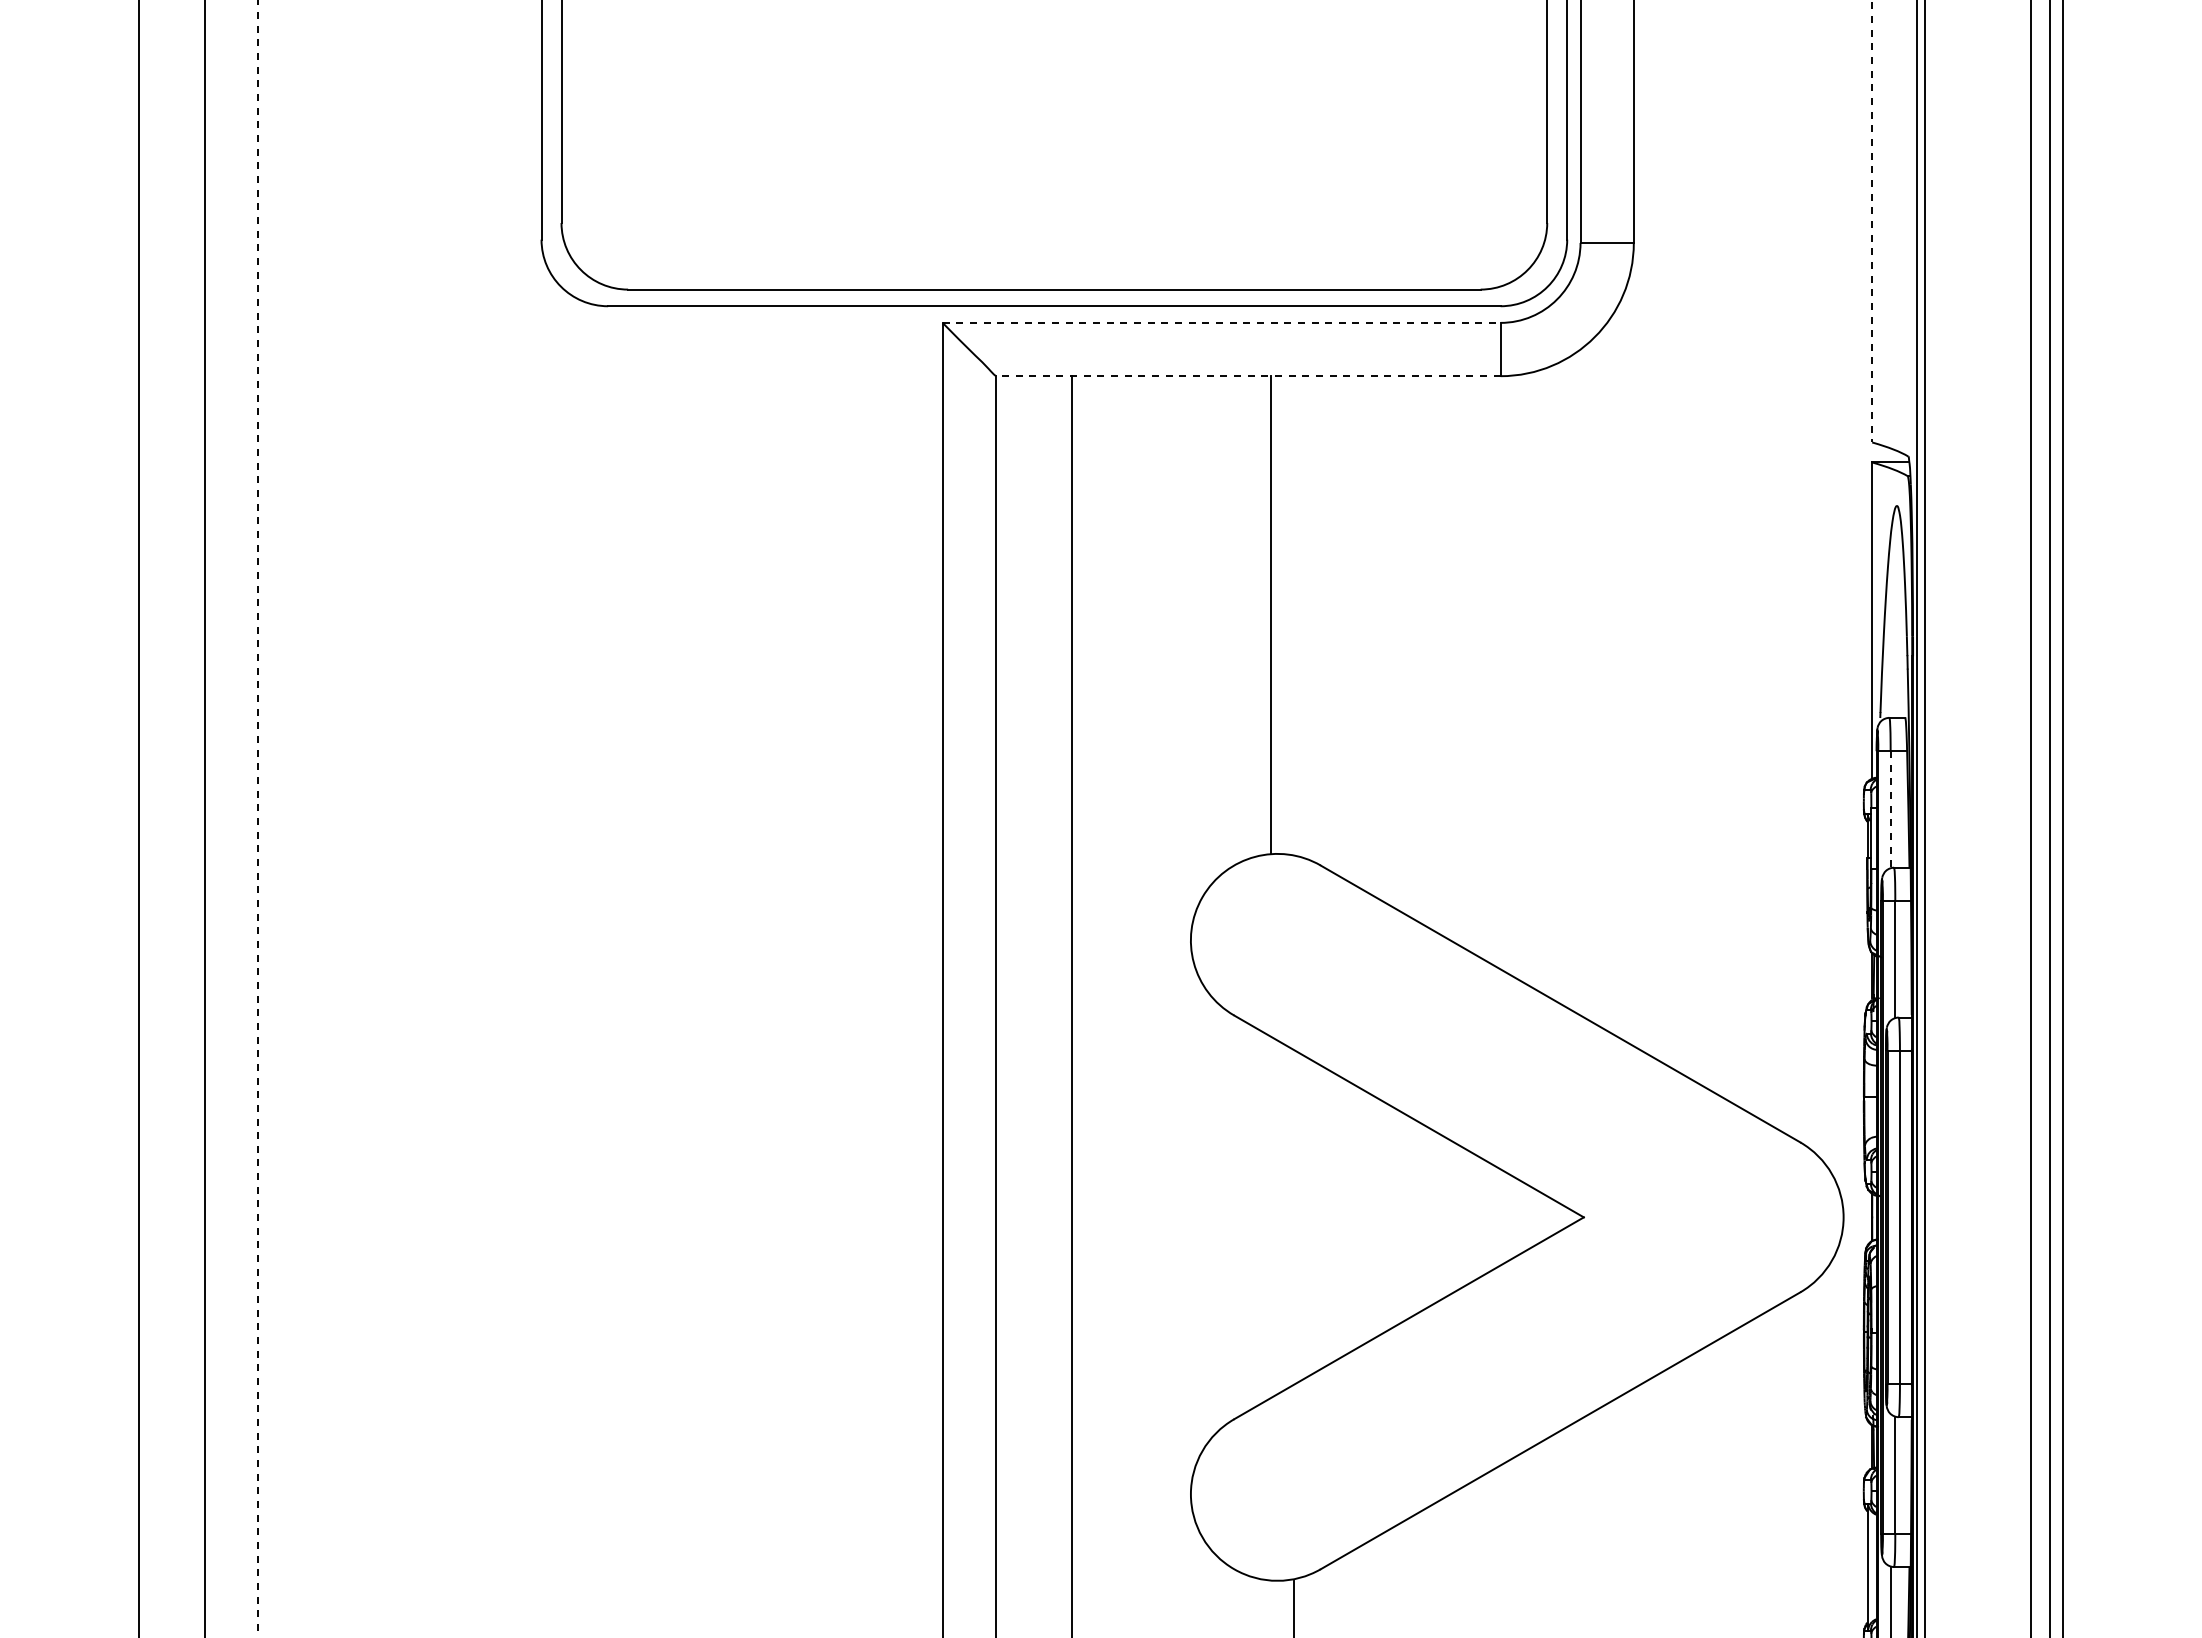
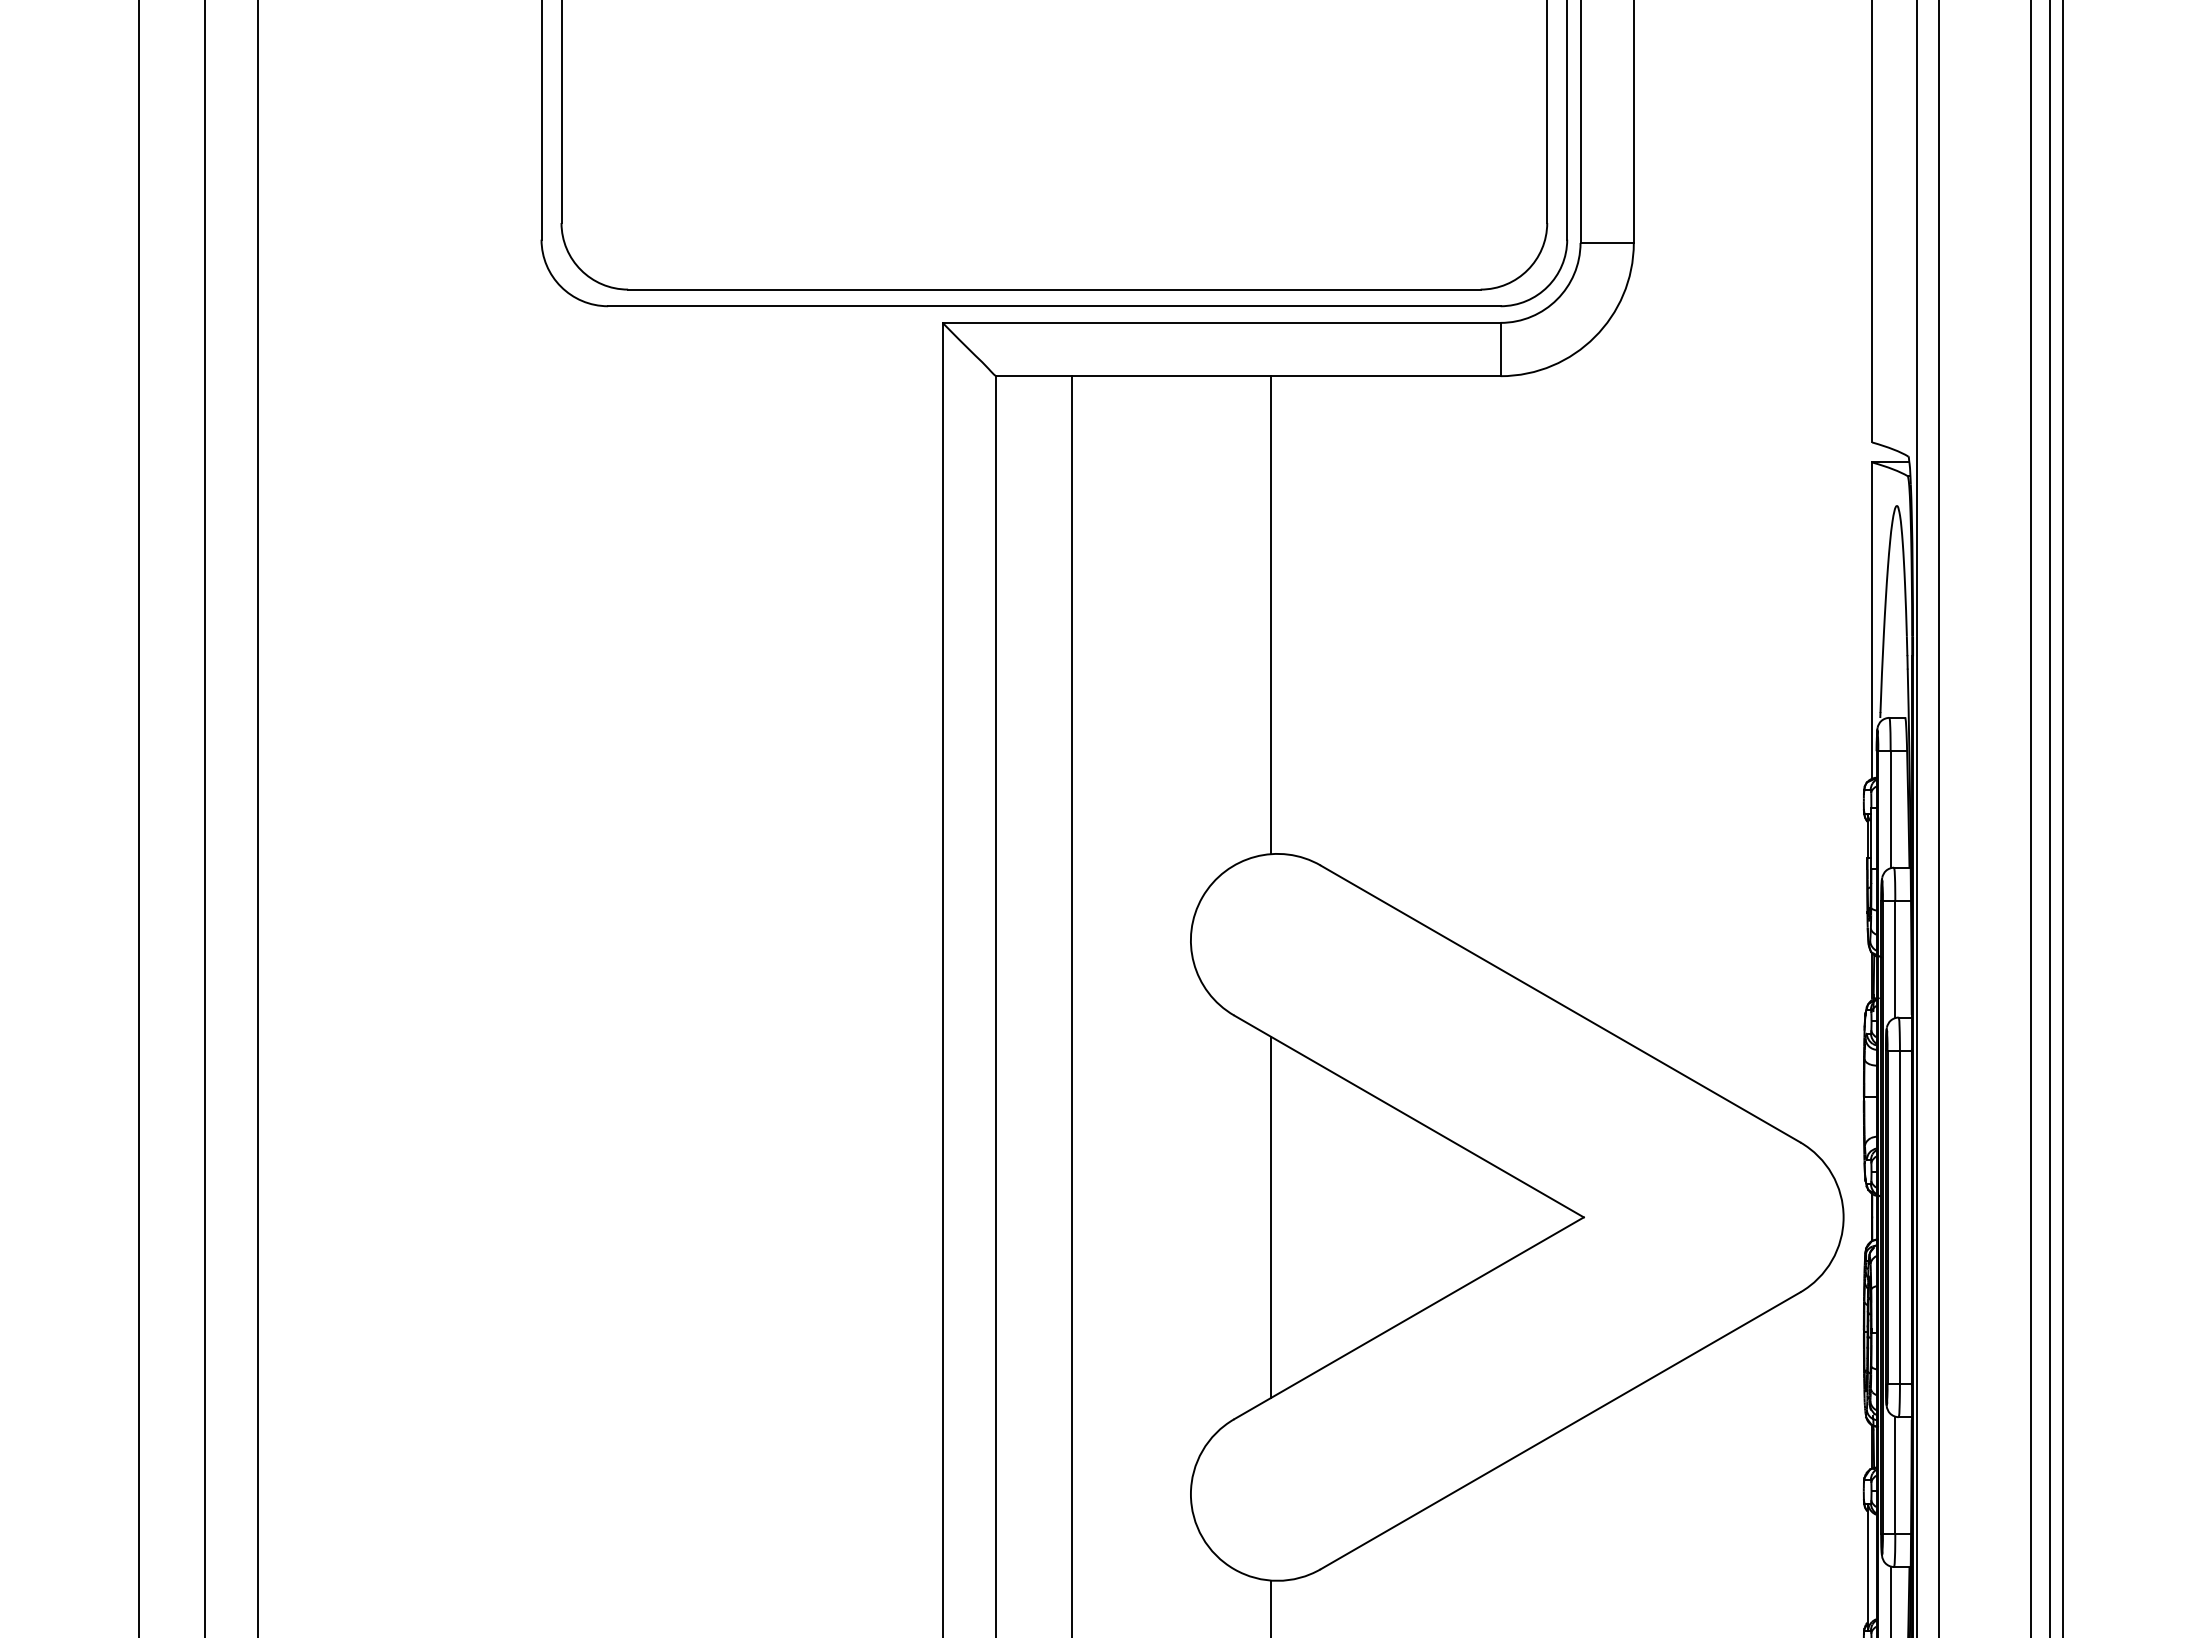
line at (1872, 221): dashed -> solid
line at (1221, 322): dashed -> solid
line at (1247, 376): dashed -> solid
line at (1890, 809): dashed -> solid
line at (1924, 818) position: (1924, 818) -> (1938, 818)
line at (258, 819): dashed -> solid
line at (1270, 1217): none -> present
line at (1293, 1607) position: (1293, 1607) -> (1270, 1607)
